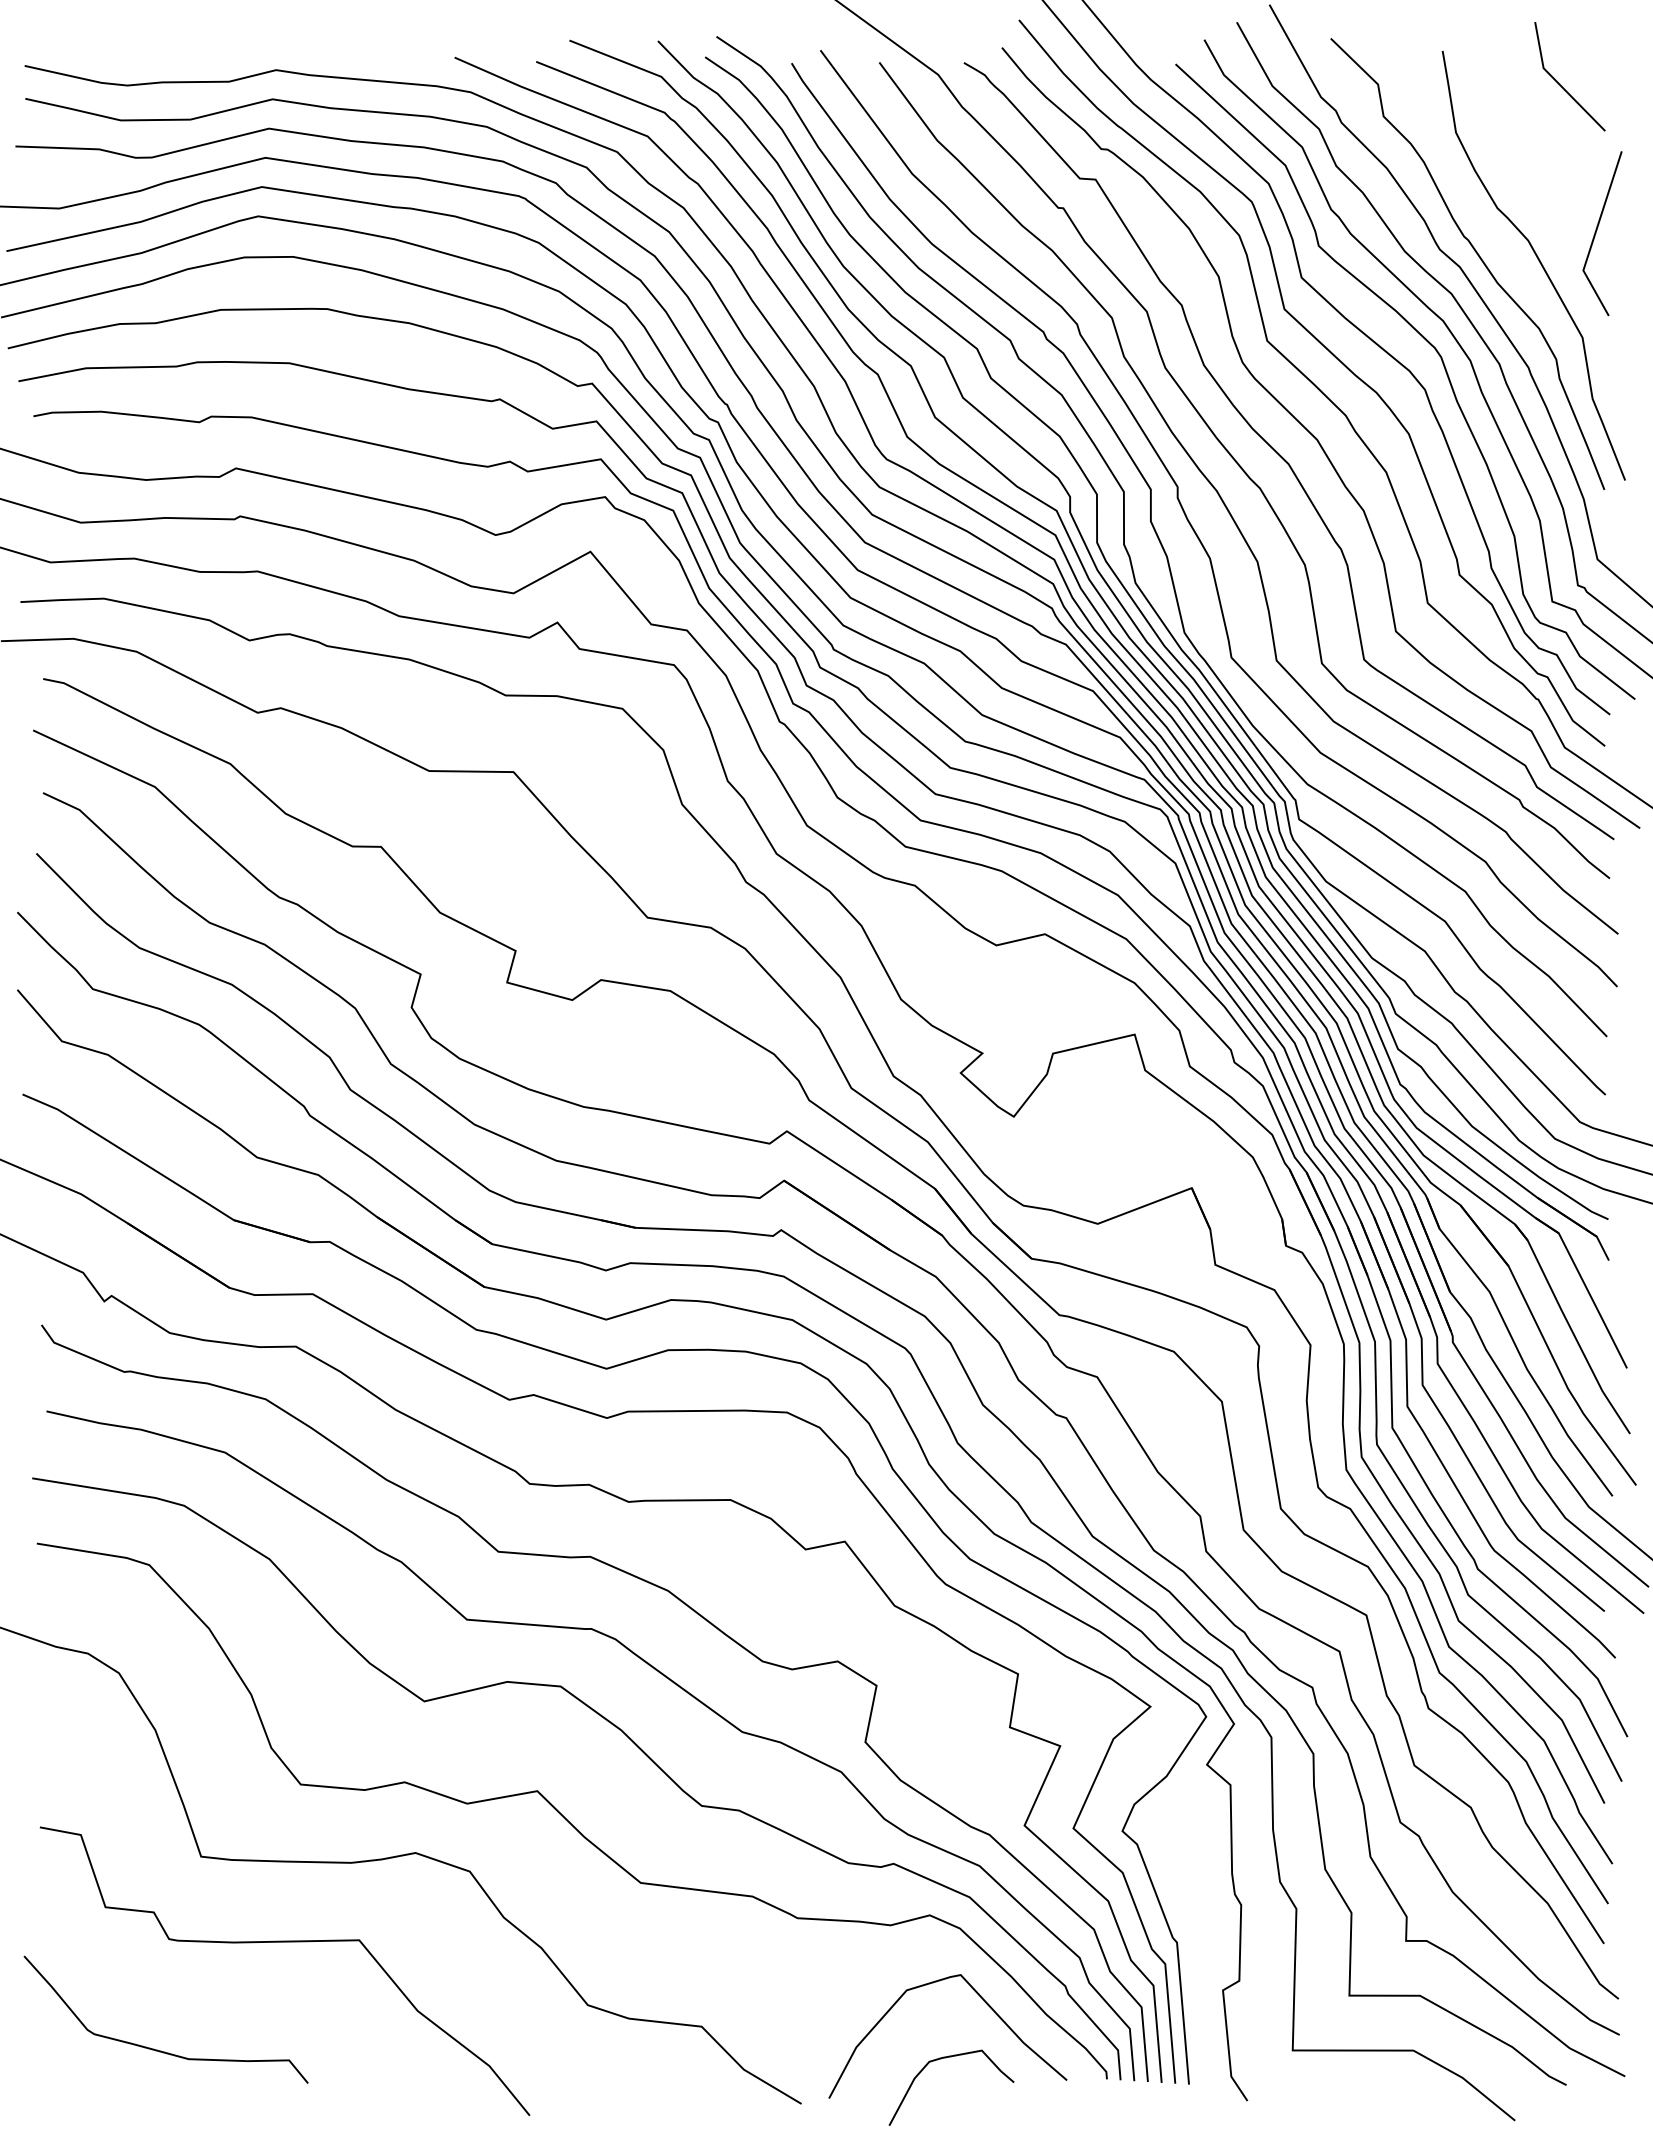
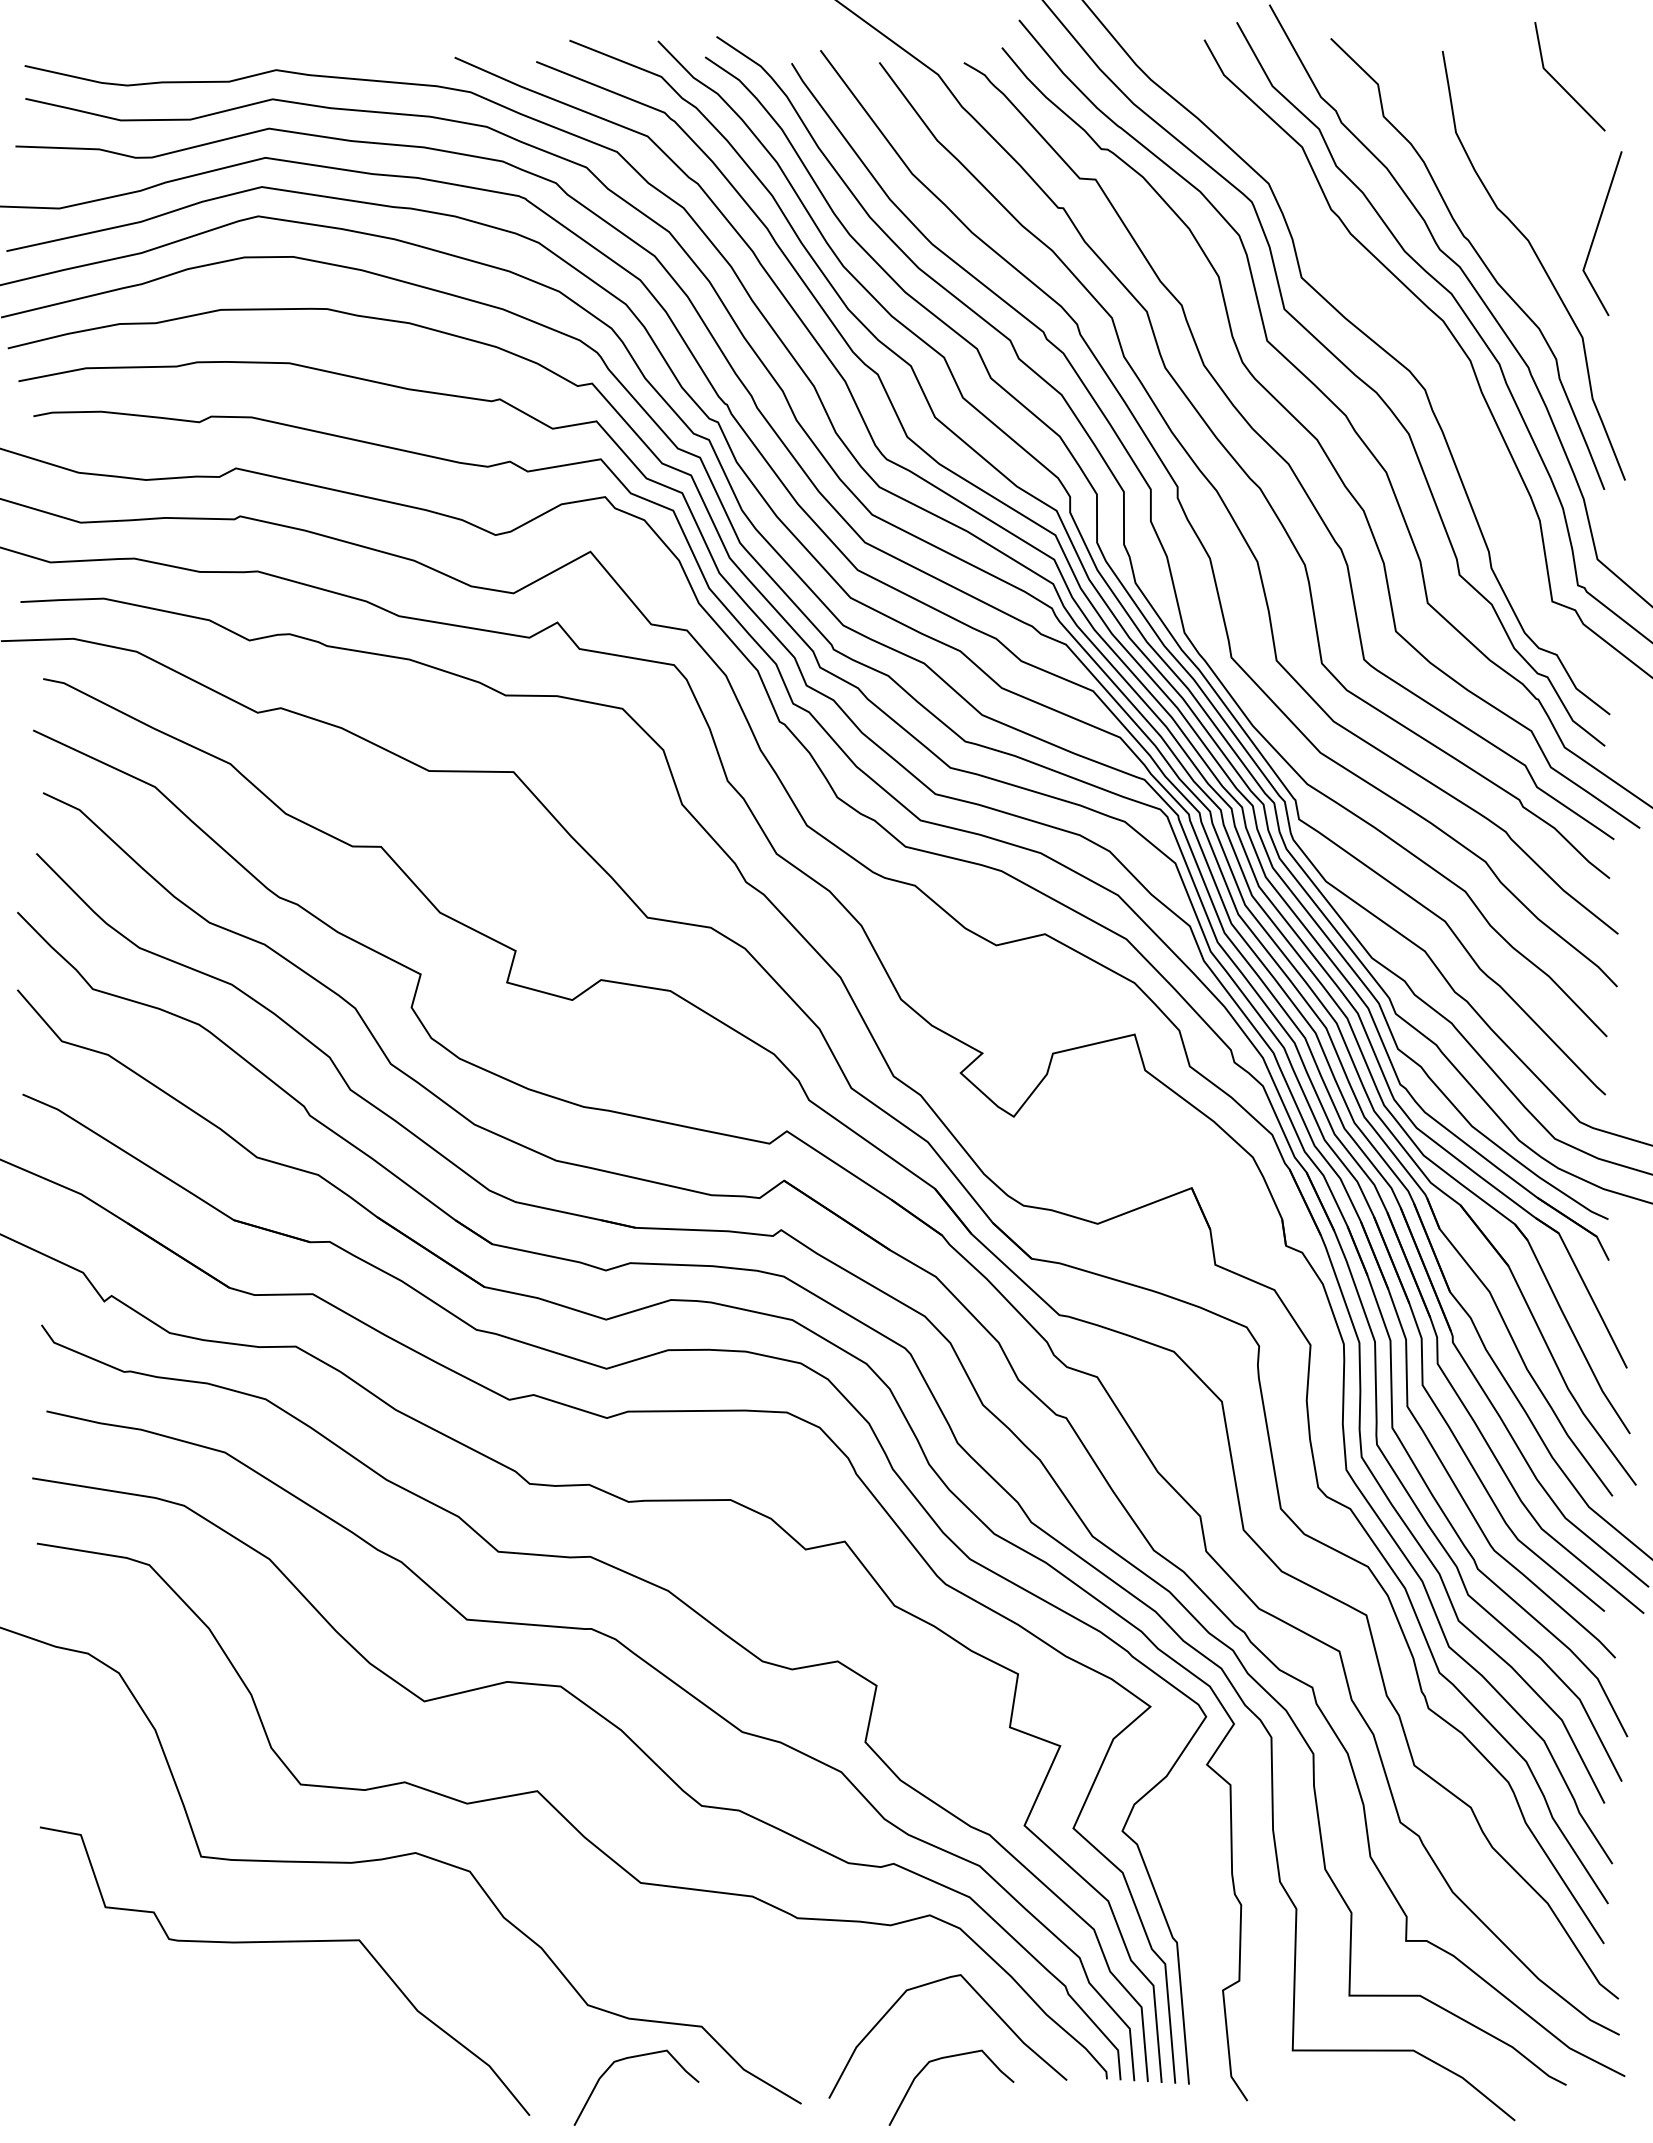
curve at (1443, 367): present -> none
curve at (157, 2049): present -> none
curve at (631, 2058): none -> present
